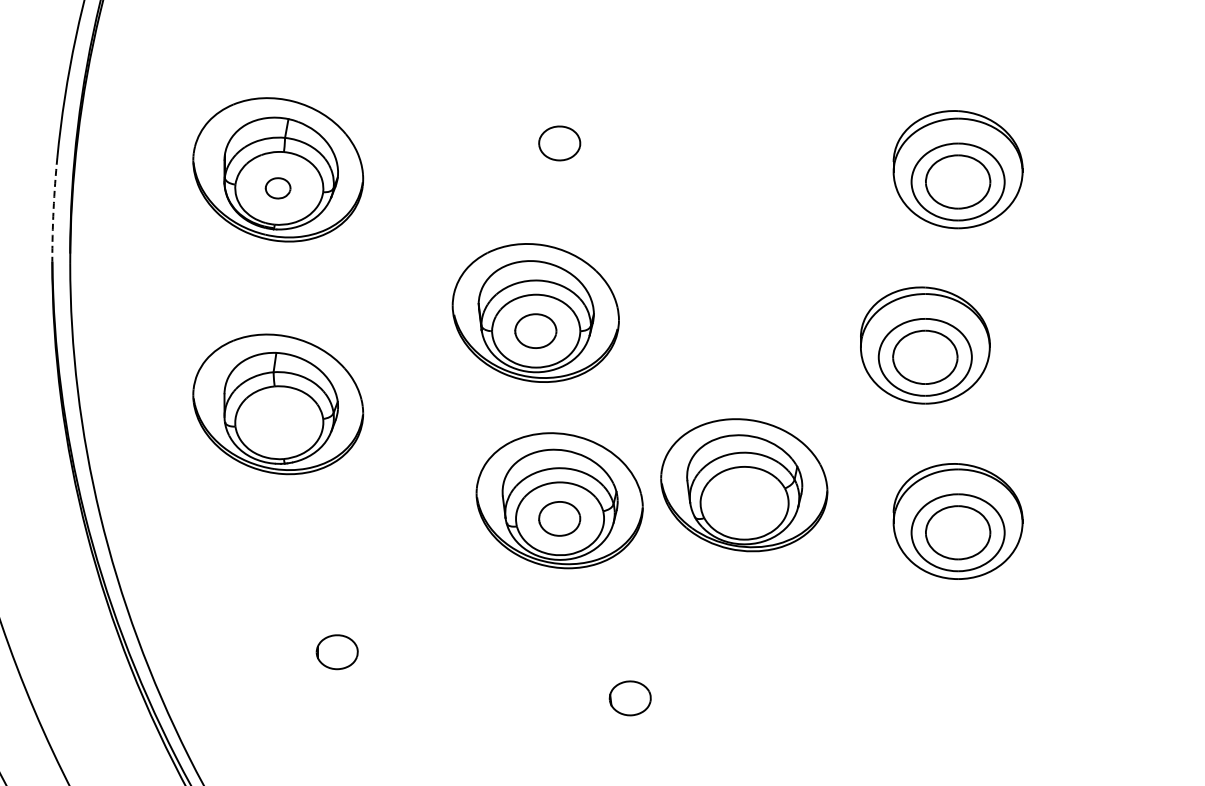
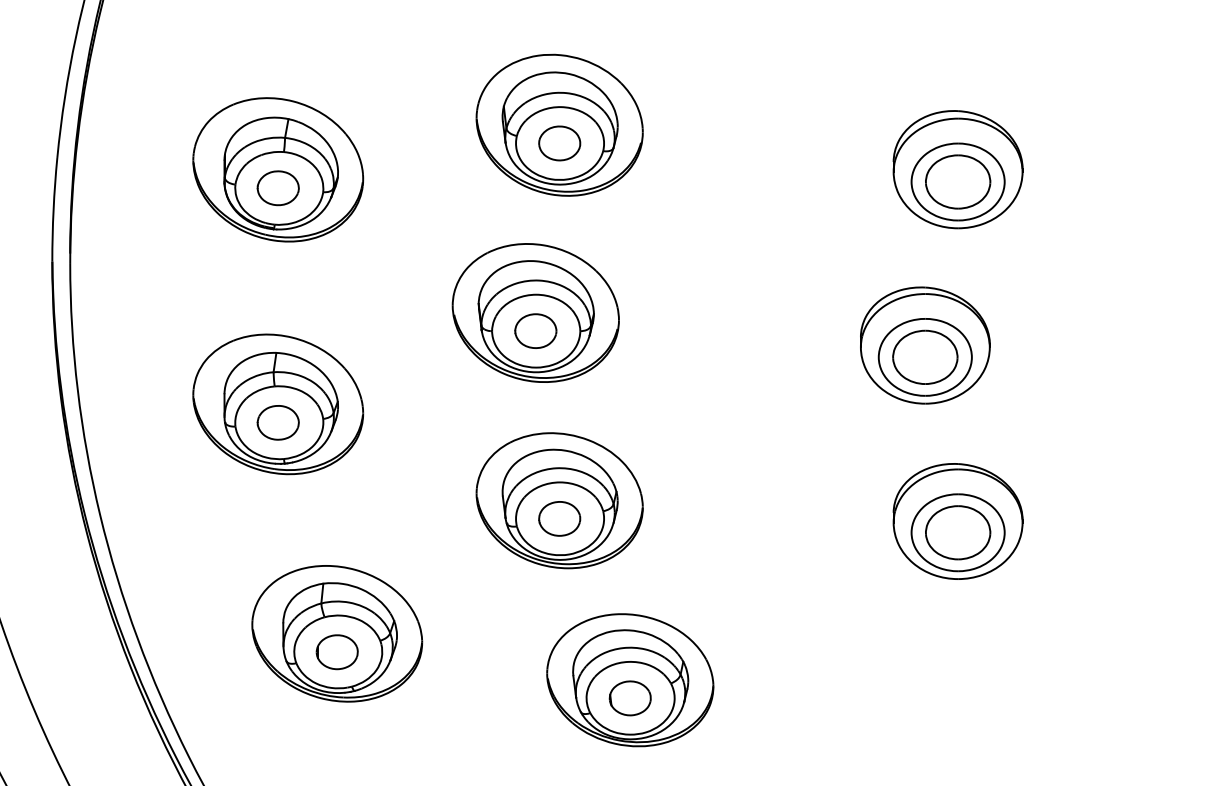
part at (559, 124): none -> present
part at (277, 188) size: 28x23 px -> 44x37 px
arc at (53, 209): dashed -> solid
part at (277, 422): none -> present
part at (744, 485) position: (744, 485) -> (630, 680)
part at (337, 633): none -> present
